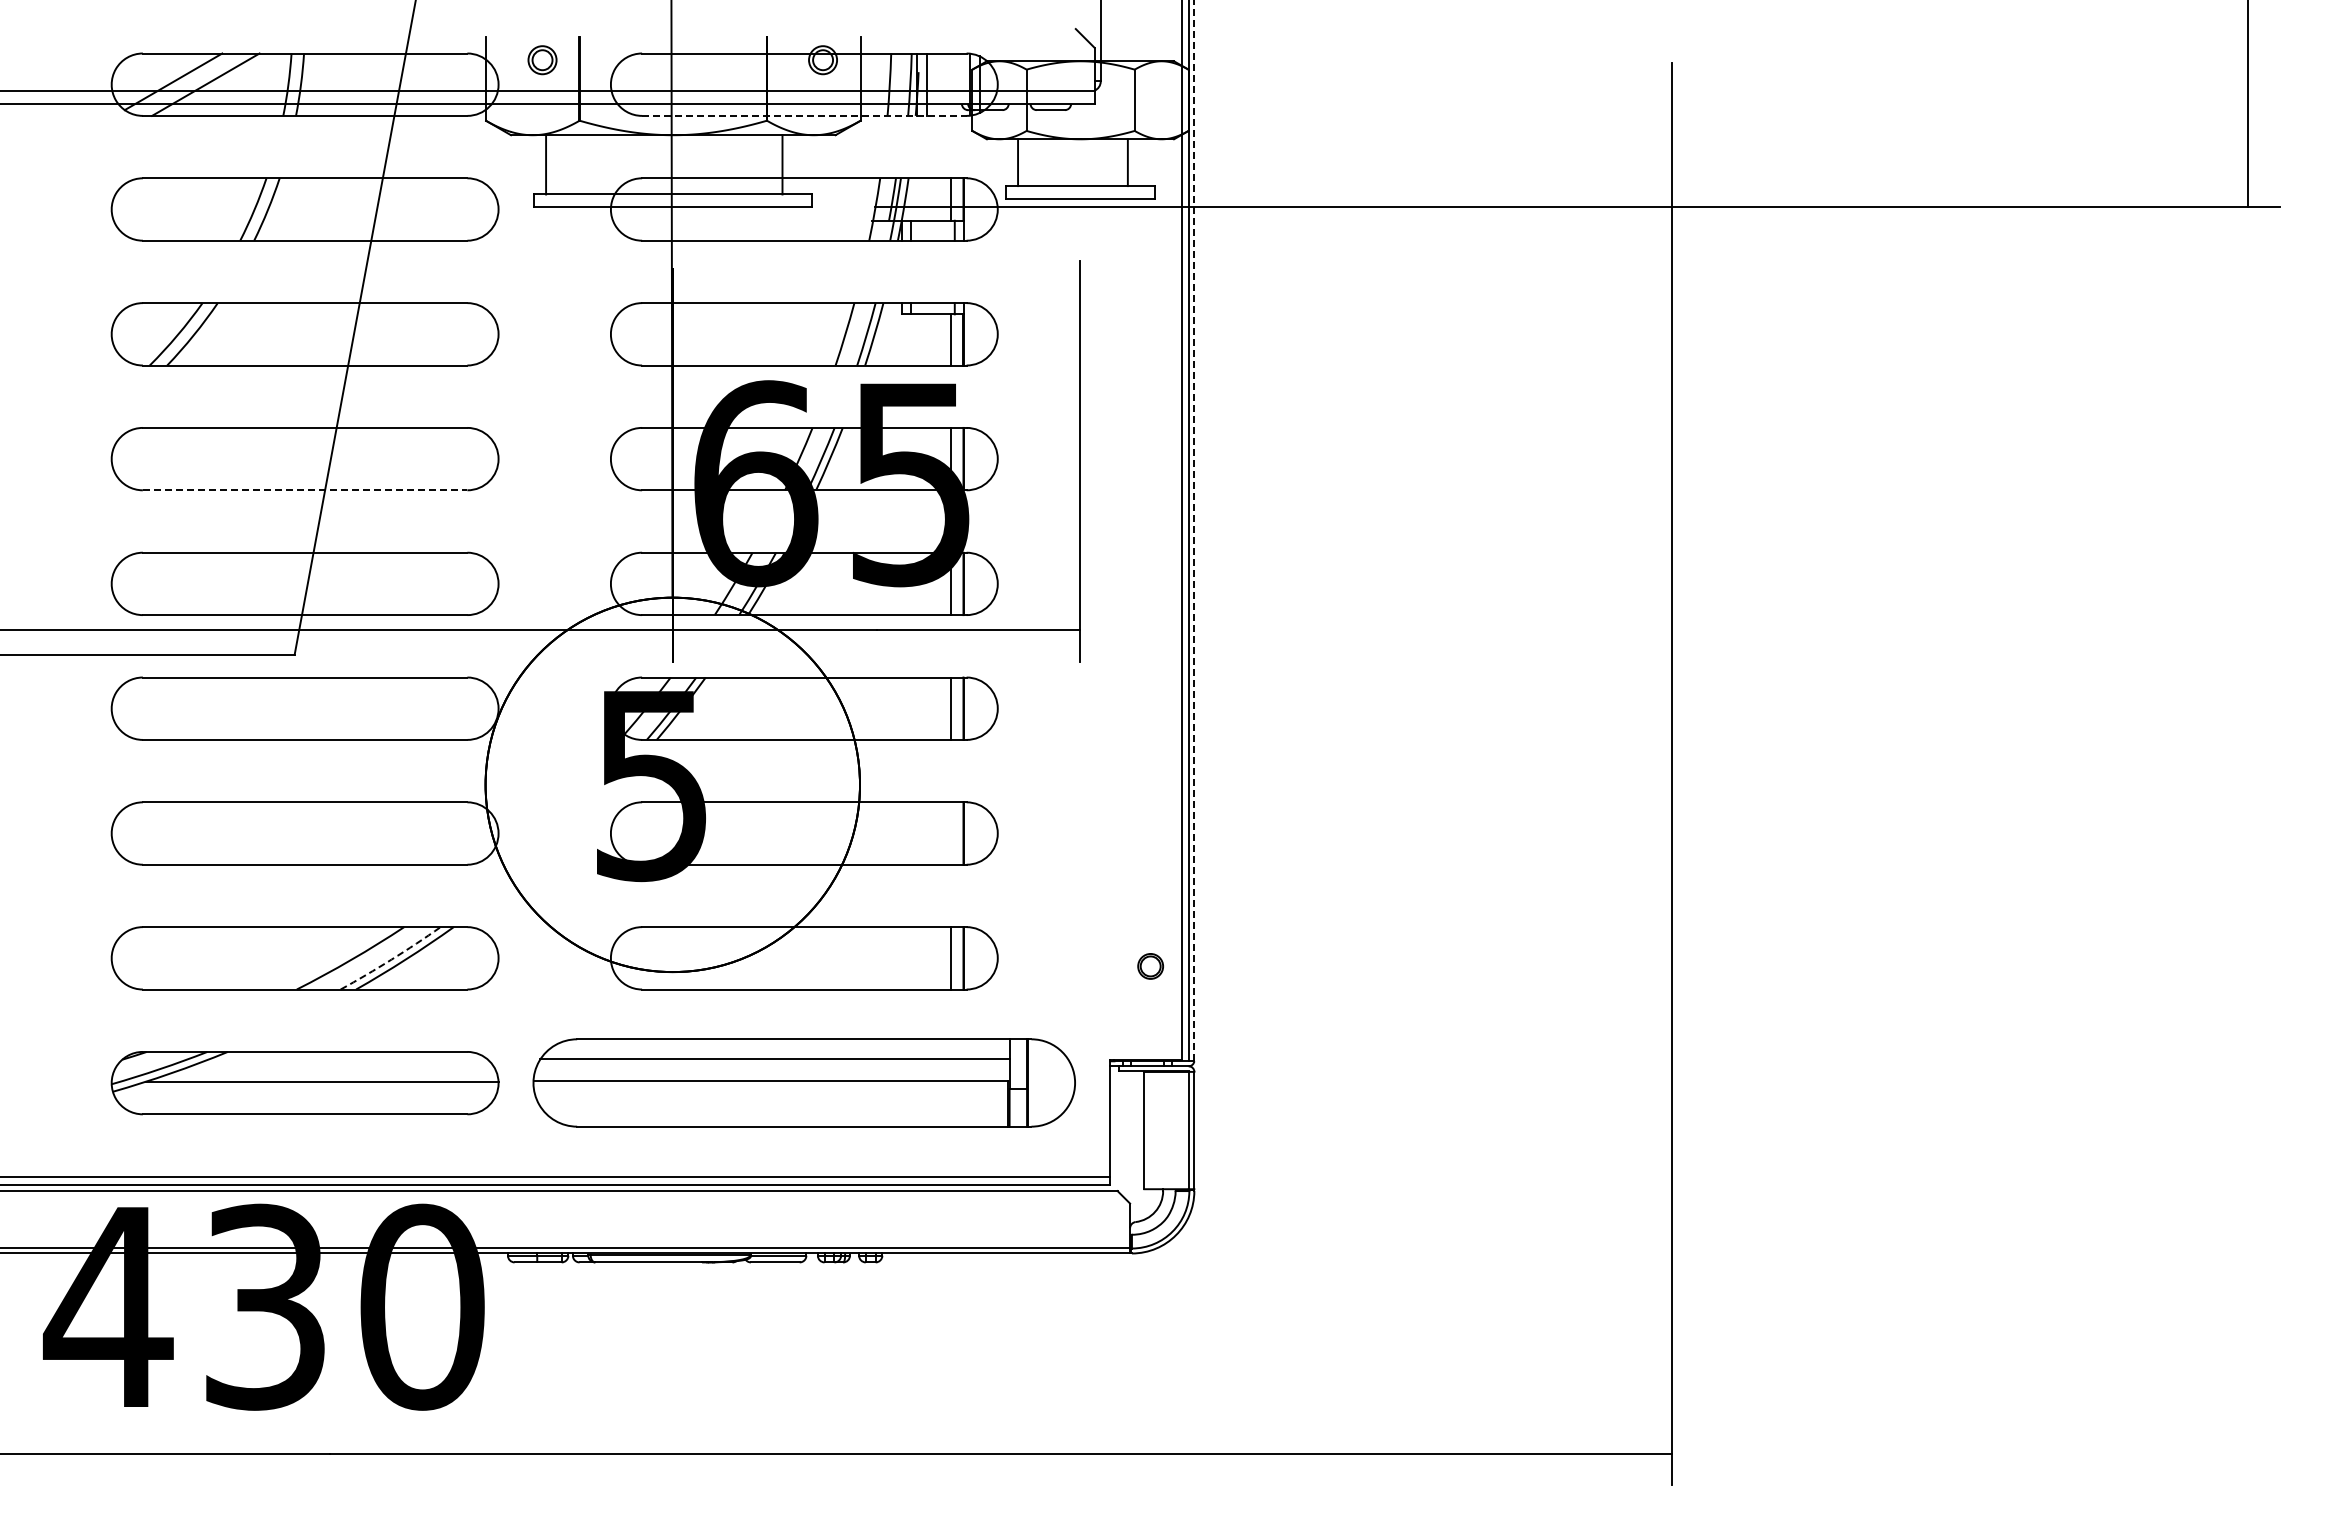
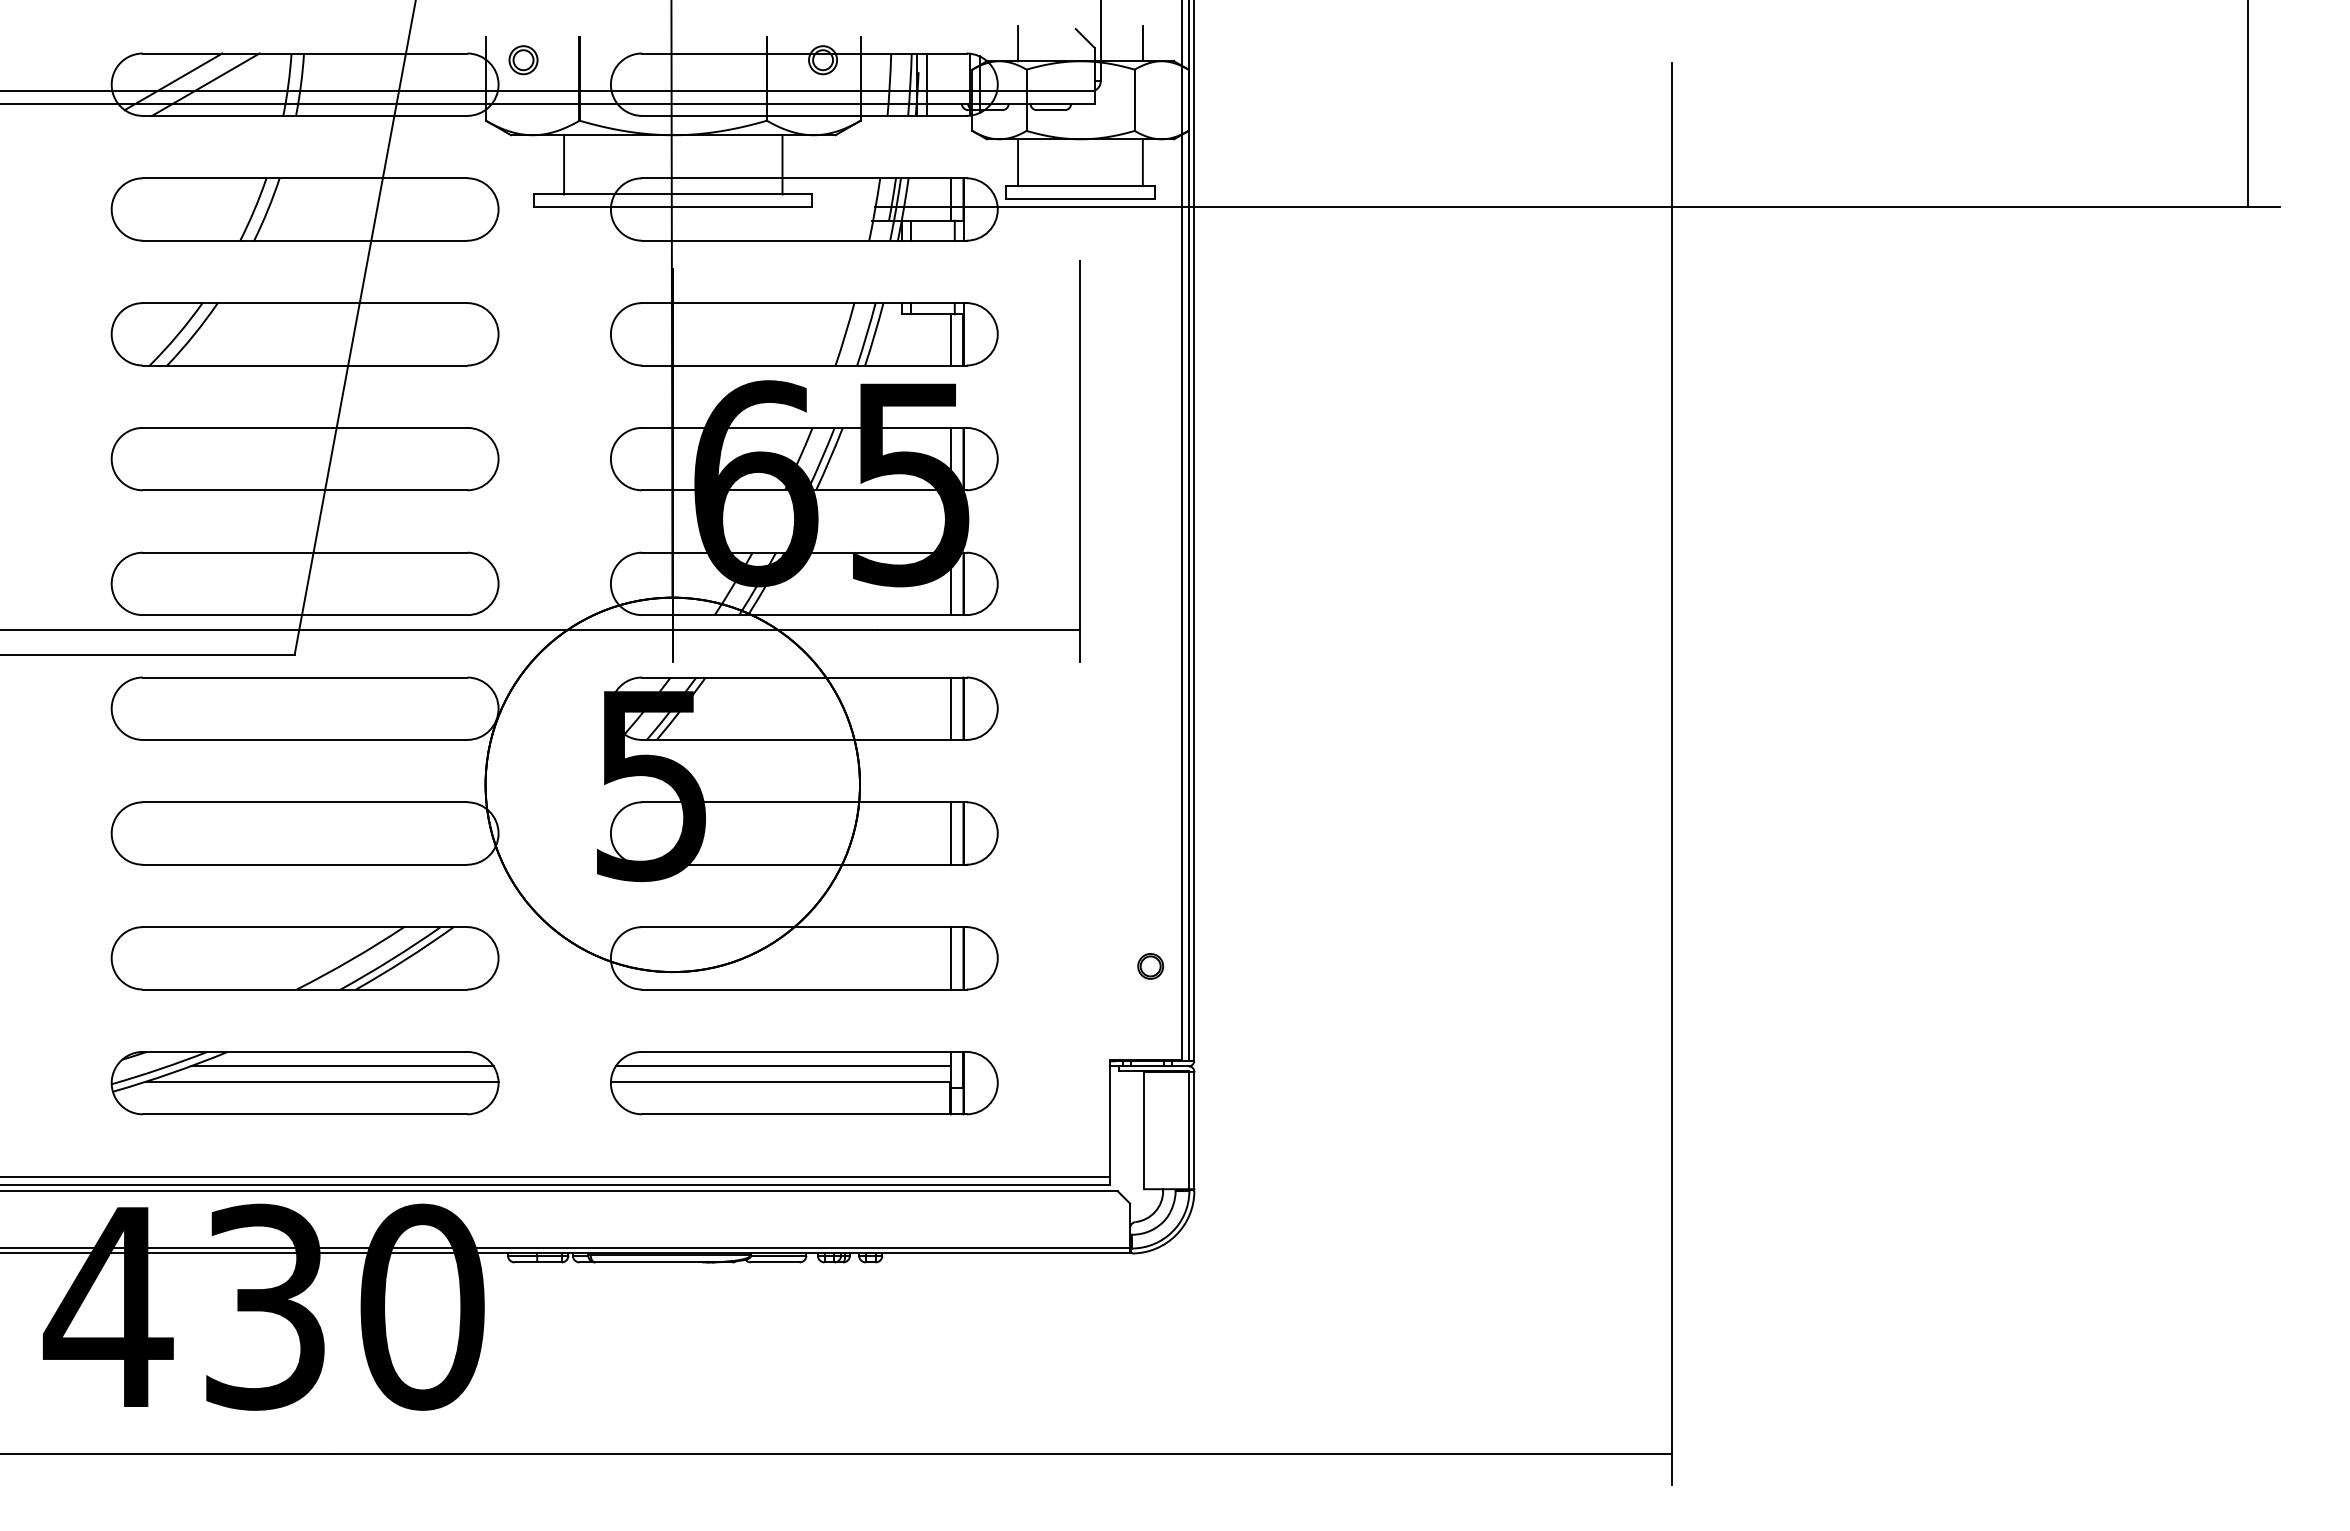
line at (1018, 43): none -> present
line at (1142, 43): none -> present
part at (542, 60) position: (542, 60) -> (523, 60)
line at (804, 115): dashed -> solid
line at (1127, 162) position: (1127, 162) -> (1142, 162)
line at (546, 164) position: (546, 164) -> (564, 164)
line at (305, 490): dashed -> solid
line at (1194, 530): dashed -> solid
line at (950, 833): none -> present
arc at (391, 959): dashed -> solid
line at (341, 1066): none -> present
part at (803, 1082) size: 544x90 px -> 389x65 px
